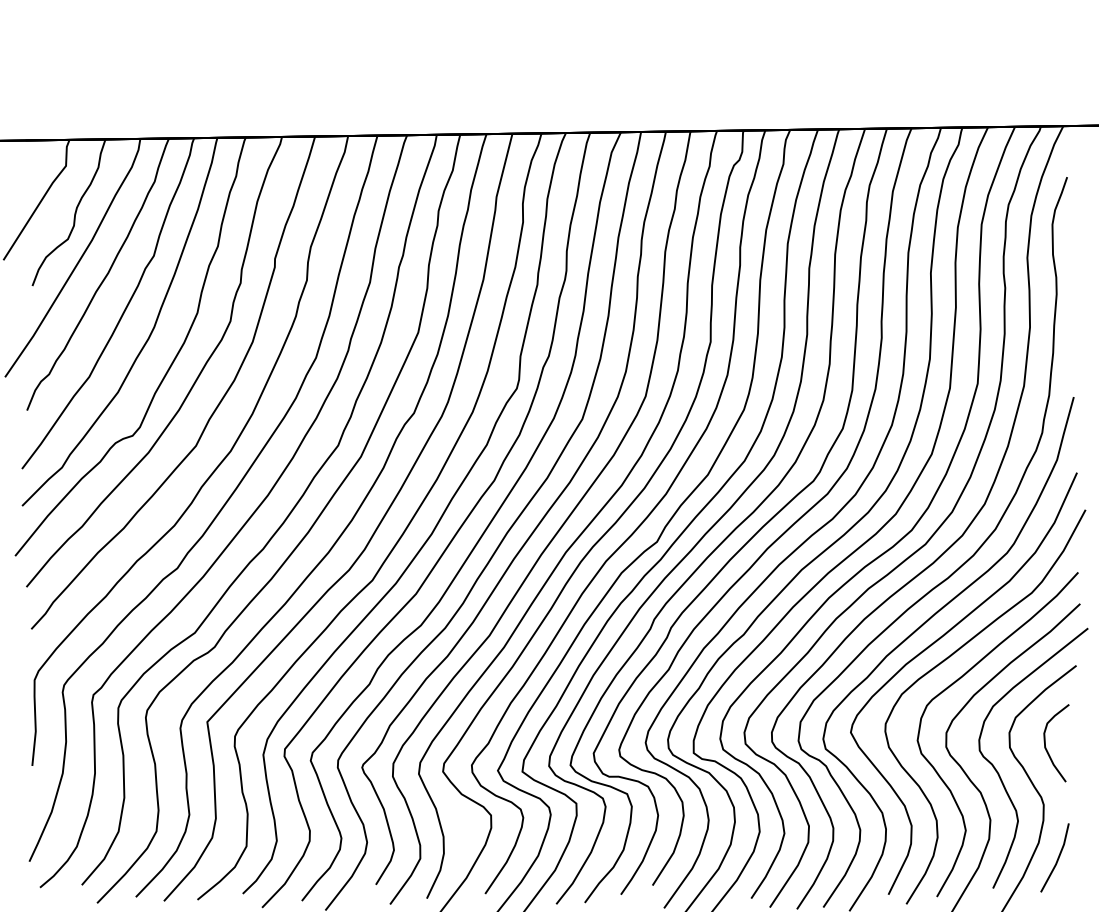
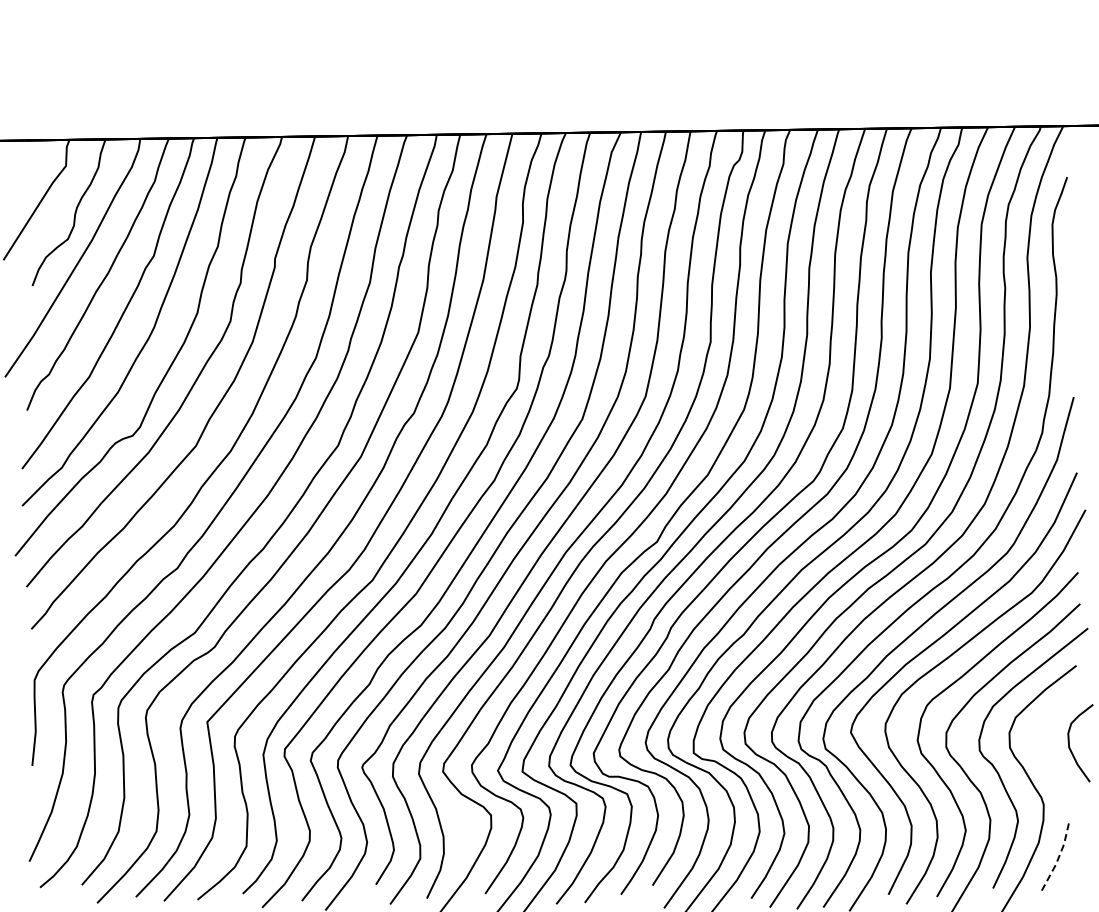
curve at (1046, 747) position: (1046, 747) -> (1070, 747)
line at (1058, 858): solid -> dashed
